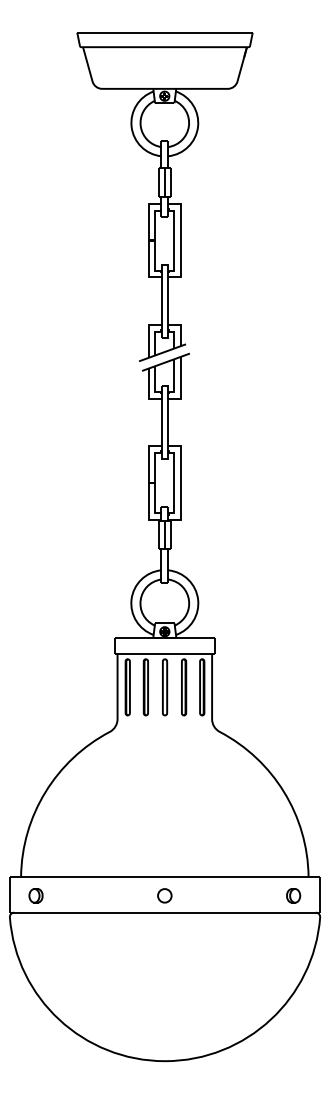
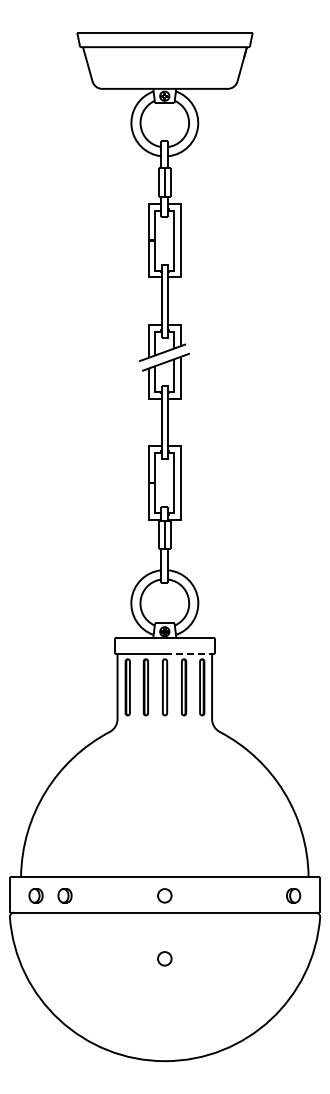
line at (190, 653): solid -> dashed
part at (64, 895): none -> present
circle at (164, 958): none -> present
